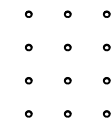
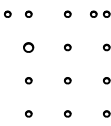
part at (7, 13): none -> present
part at (93, 13): none -> present
part at (28, 47) size: 8x9 px -> 12x11 px
